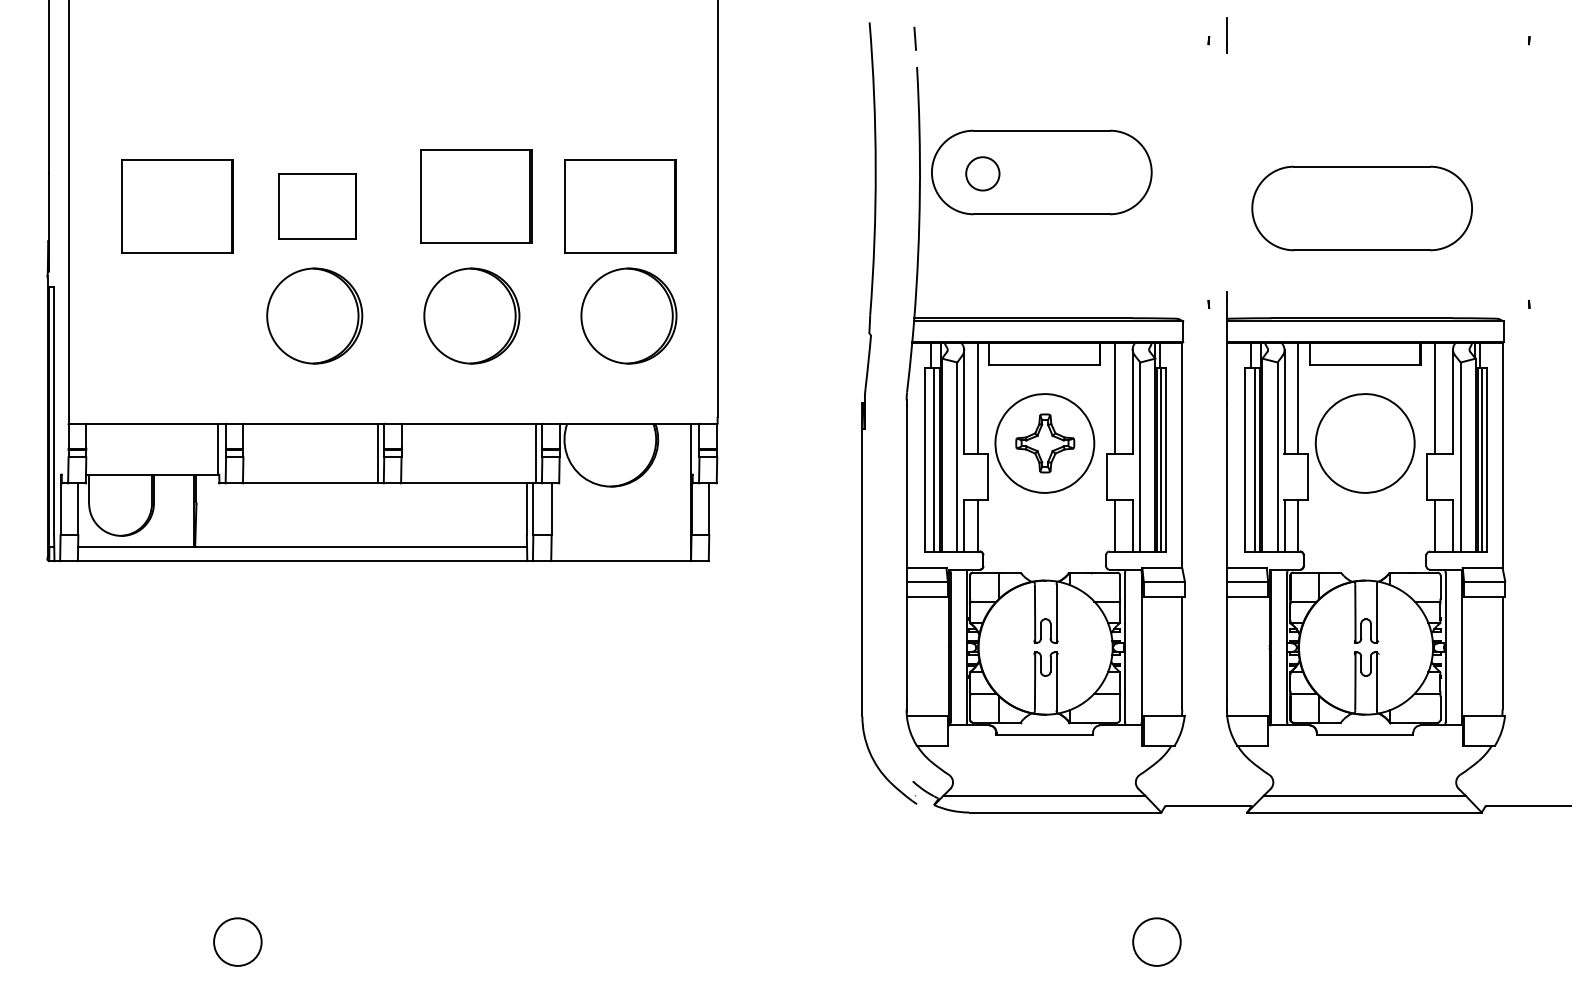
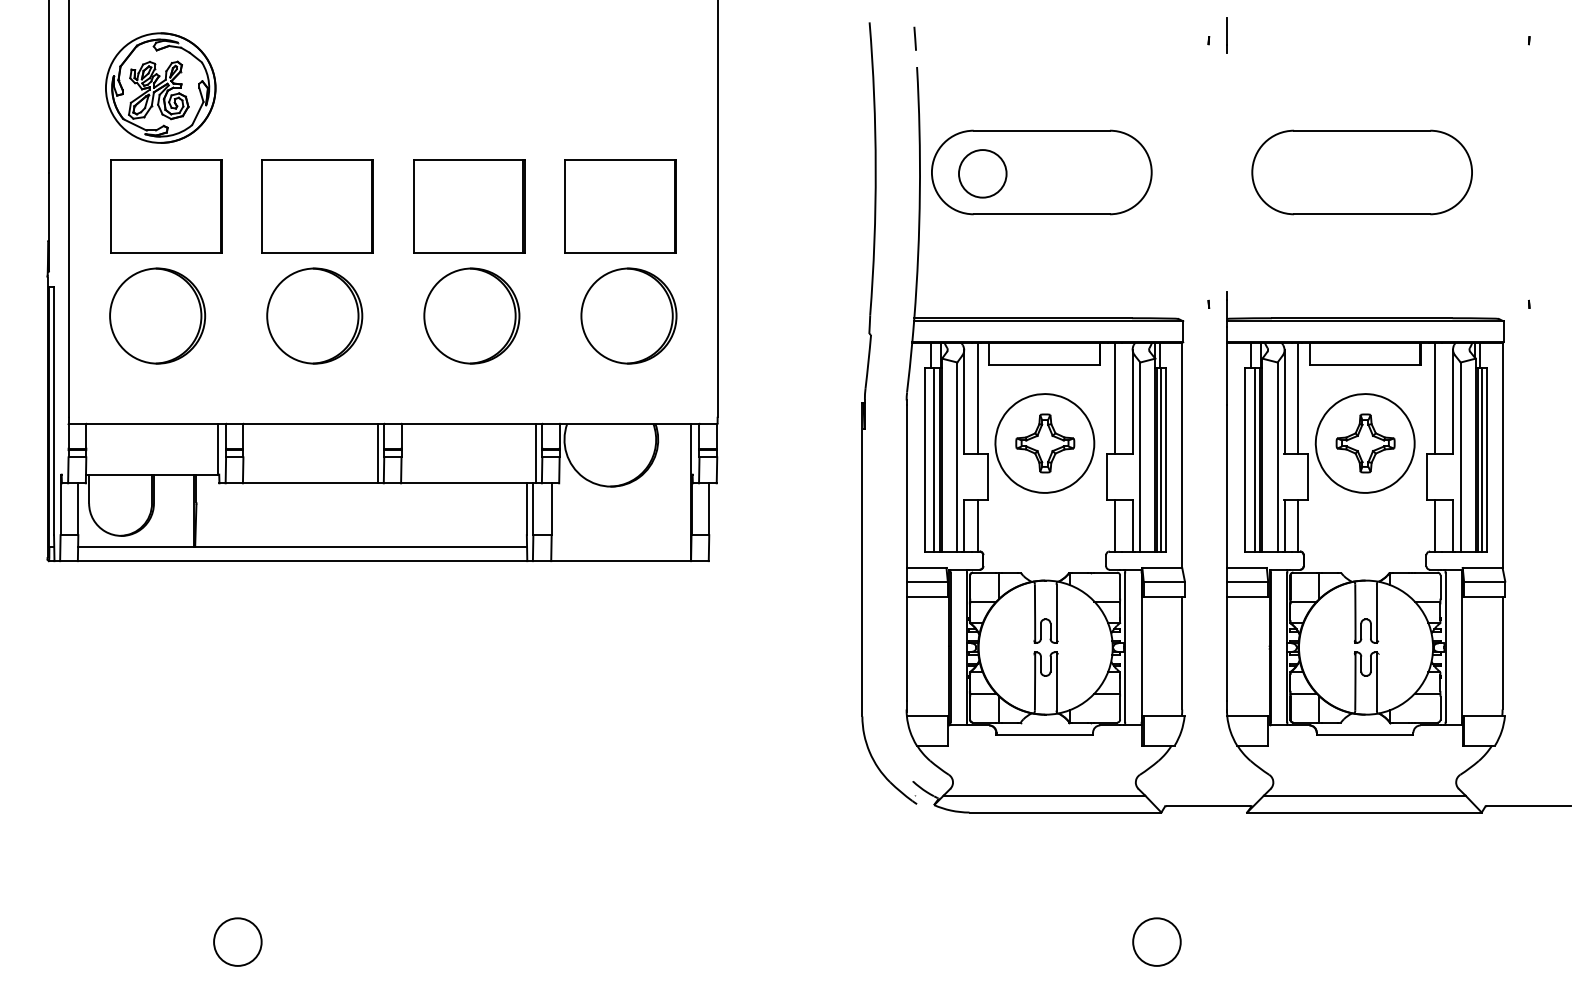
part at (160, 87): none -> present
circle at (982, 173) size: 36x36 px -> 50x50 px
part at (476, 196) position: (476, 196) -> (469, 206)
part at (177, 206) position: (177, 206) -> (166, 206)
part at (317, 206) size: 79x67 px -> 113x95 px
part at (1361, 208) position: (1361, 208) -> (1361, 172)
part at (157, 315): none -> present
part at (1365, 443): none -> present
